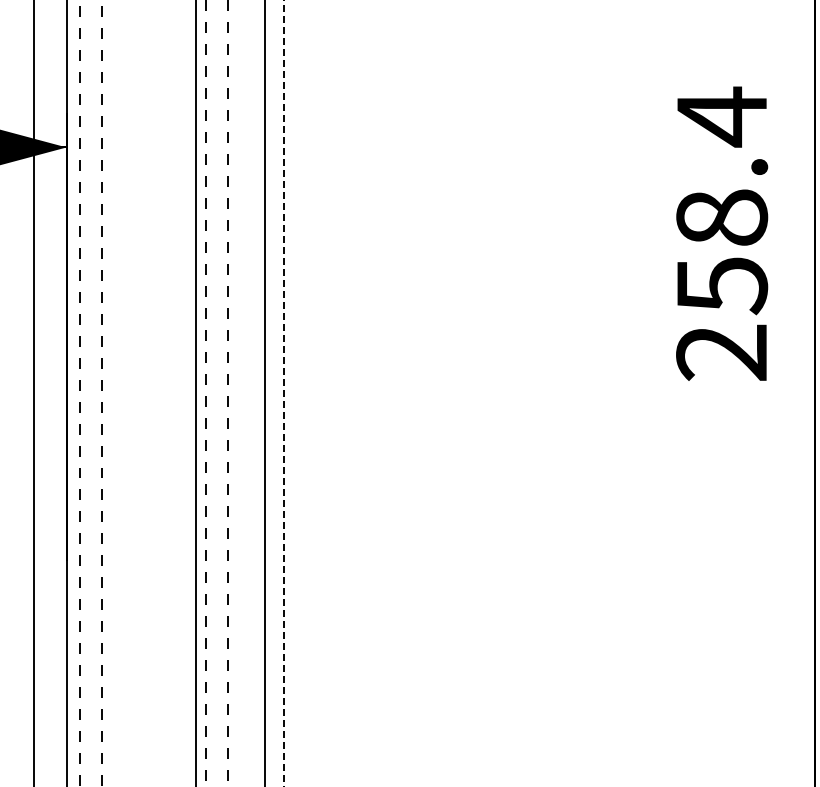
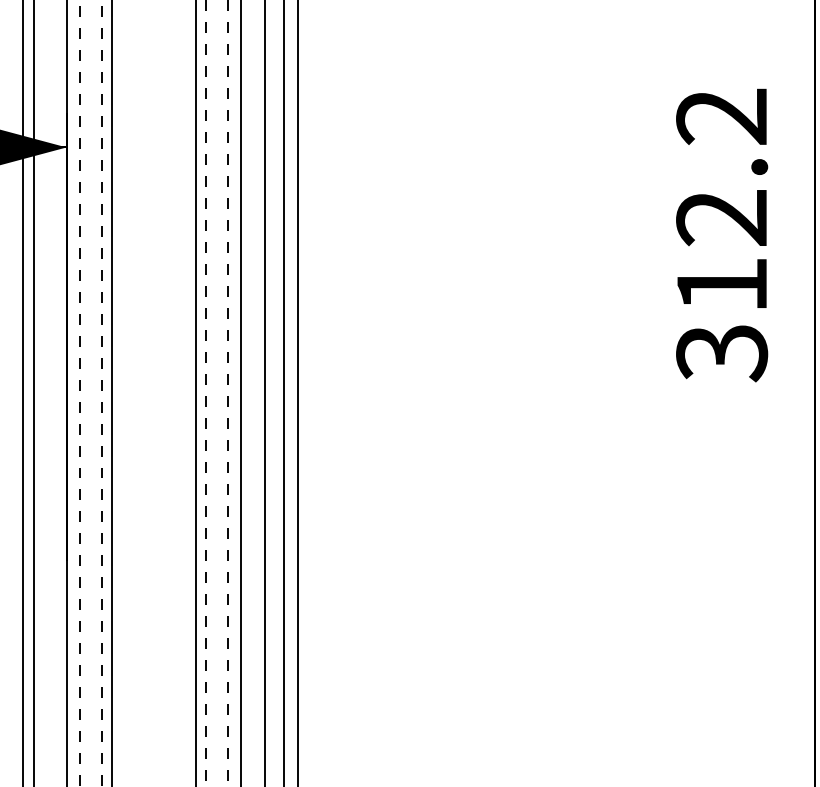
text at (722, 234): 258.4 -> 312.2
line at (22, 392): none -> present
line at (111, 392): none -> present
line at (241, 392): none -> present
line at (297, 392): none -> present
line at (284, 393): dashed -> solid
